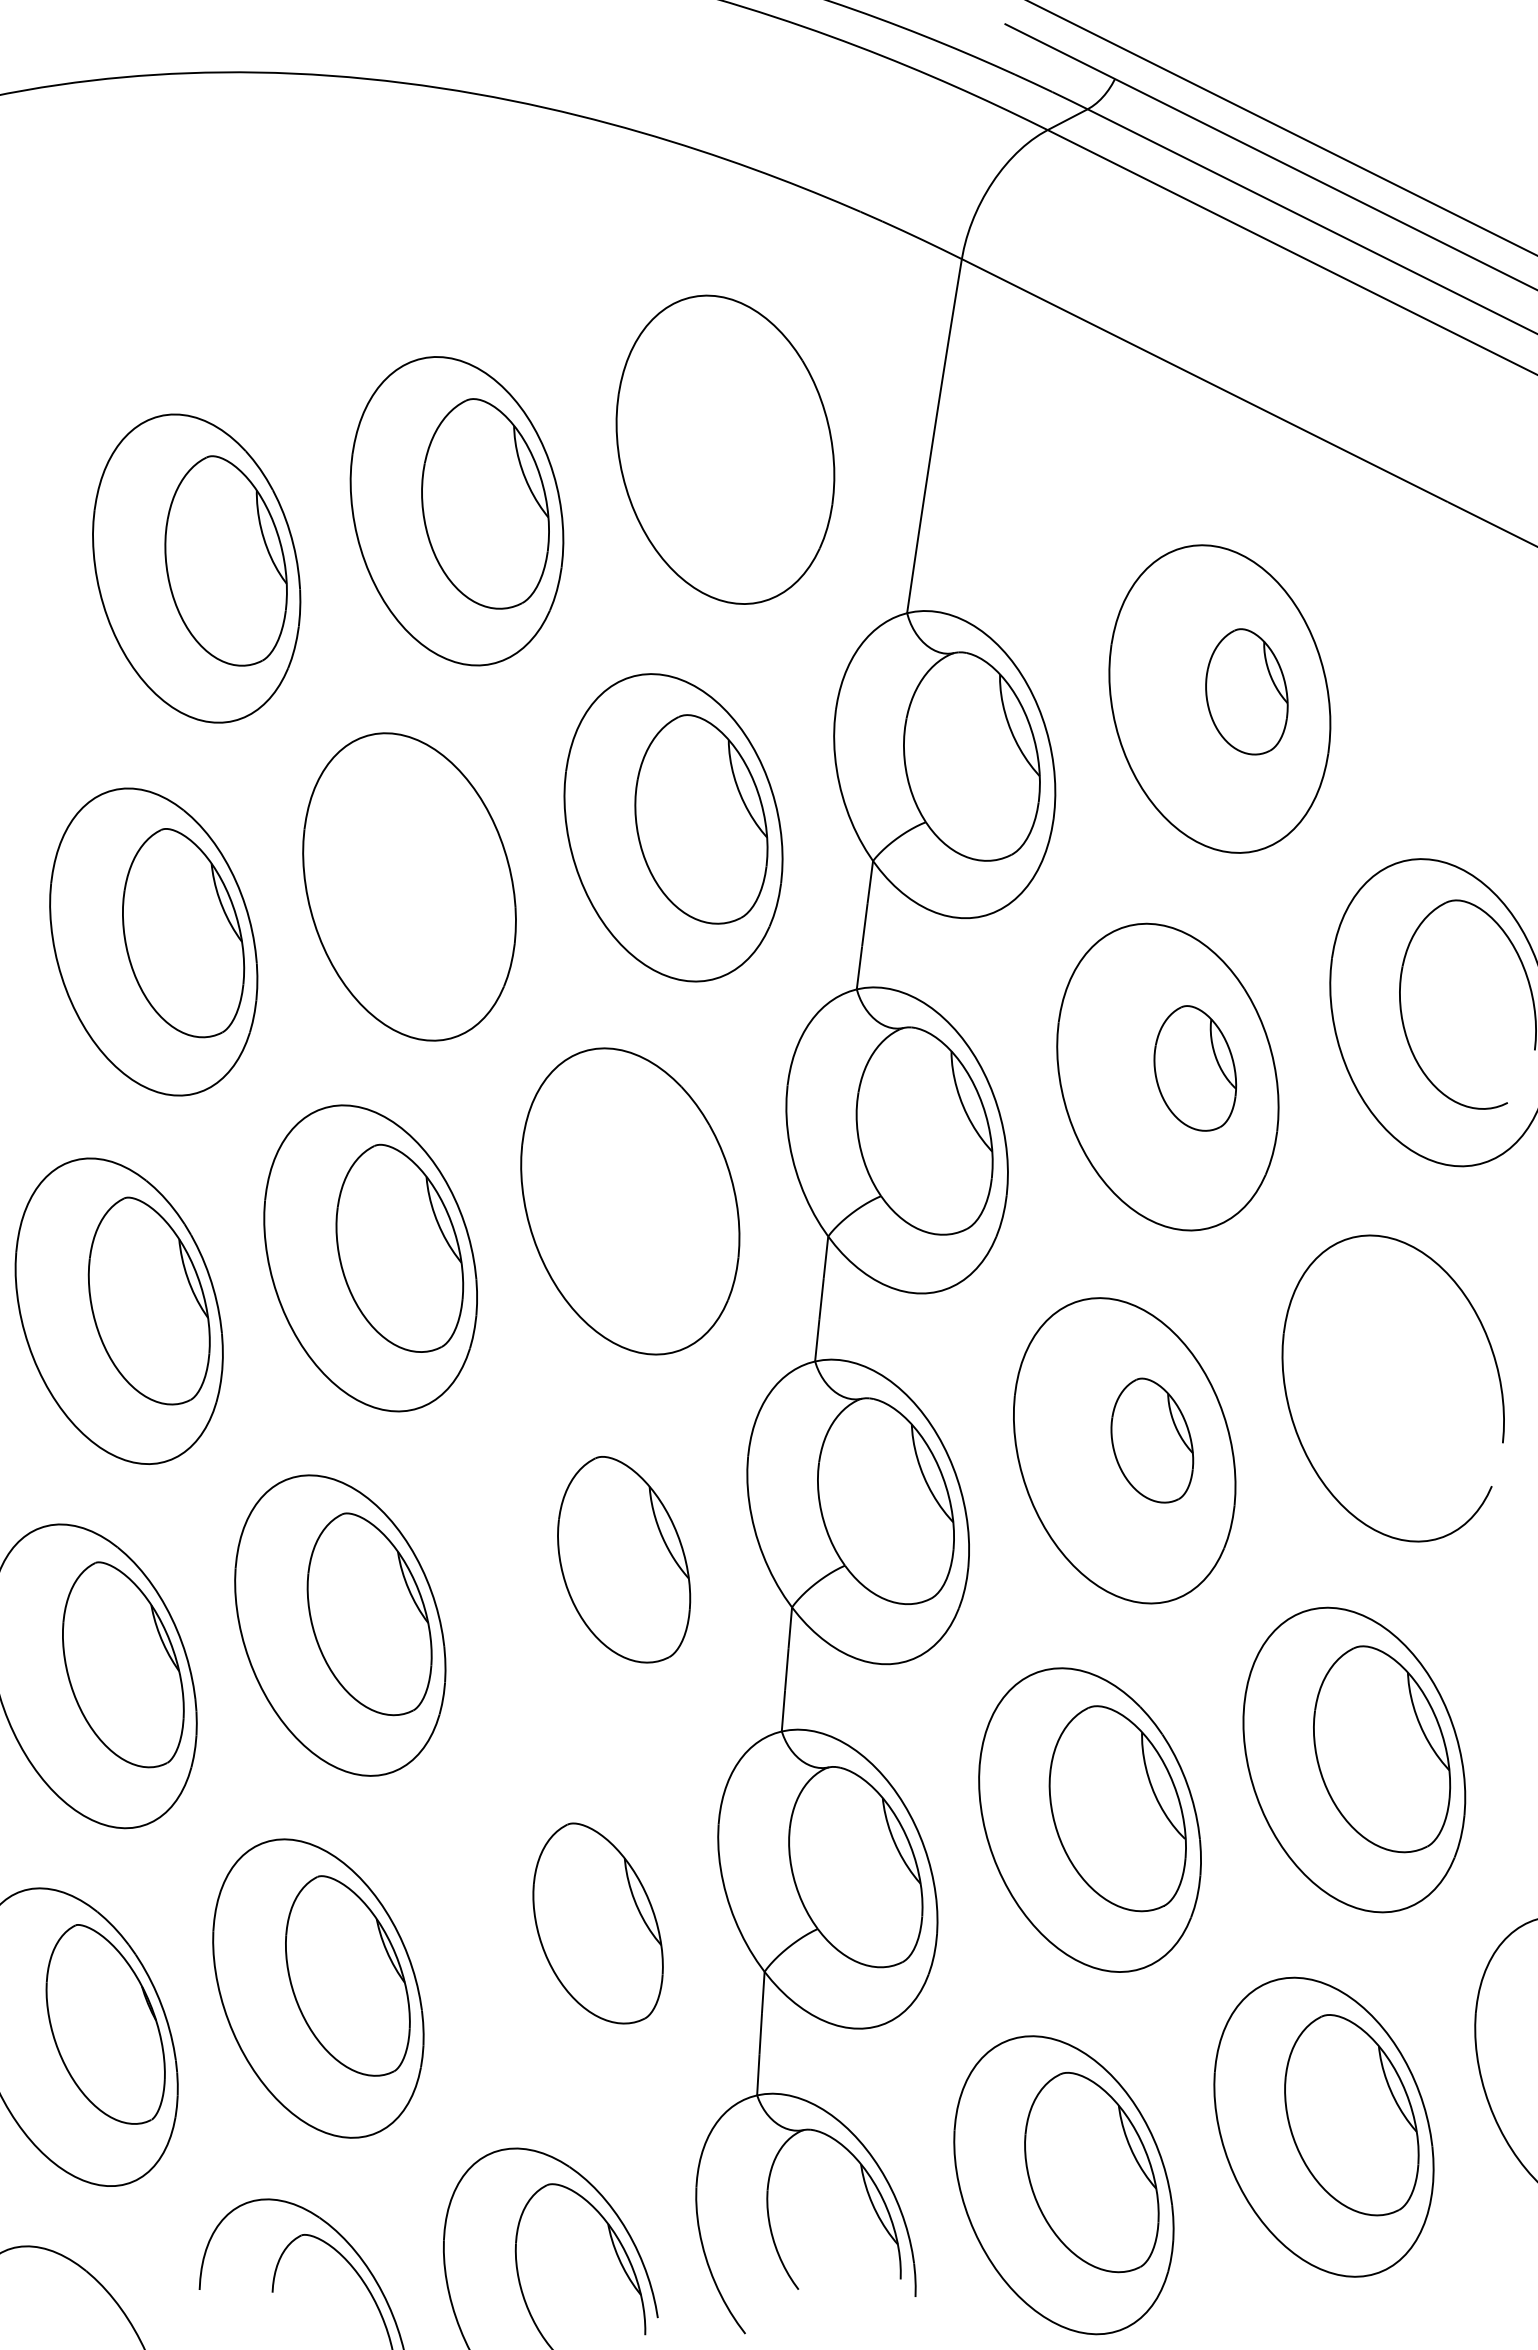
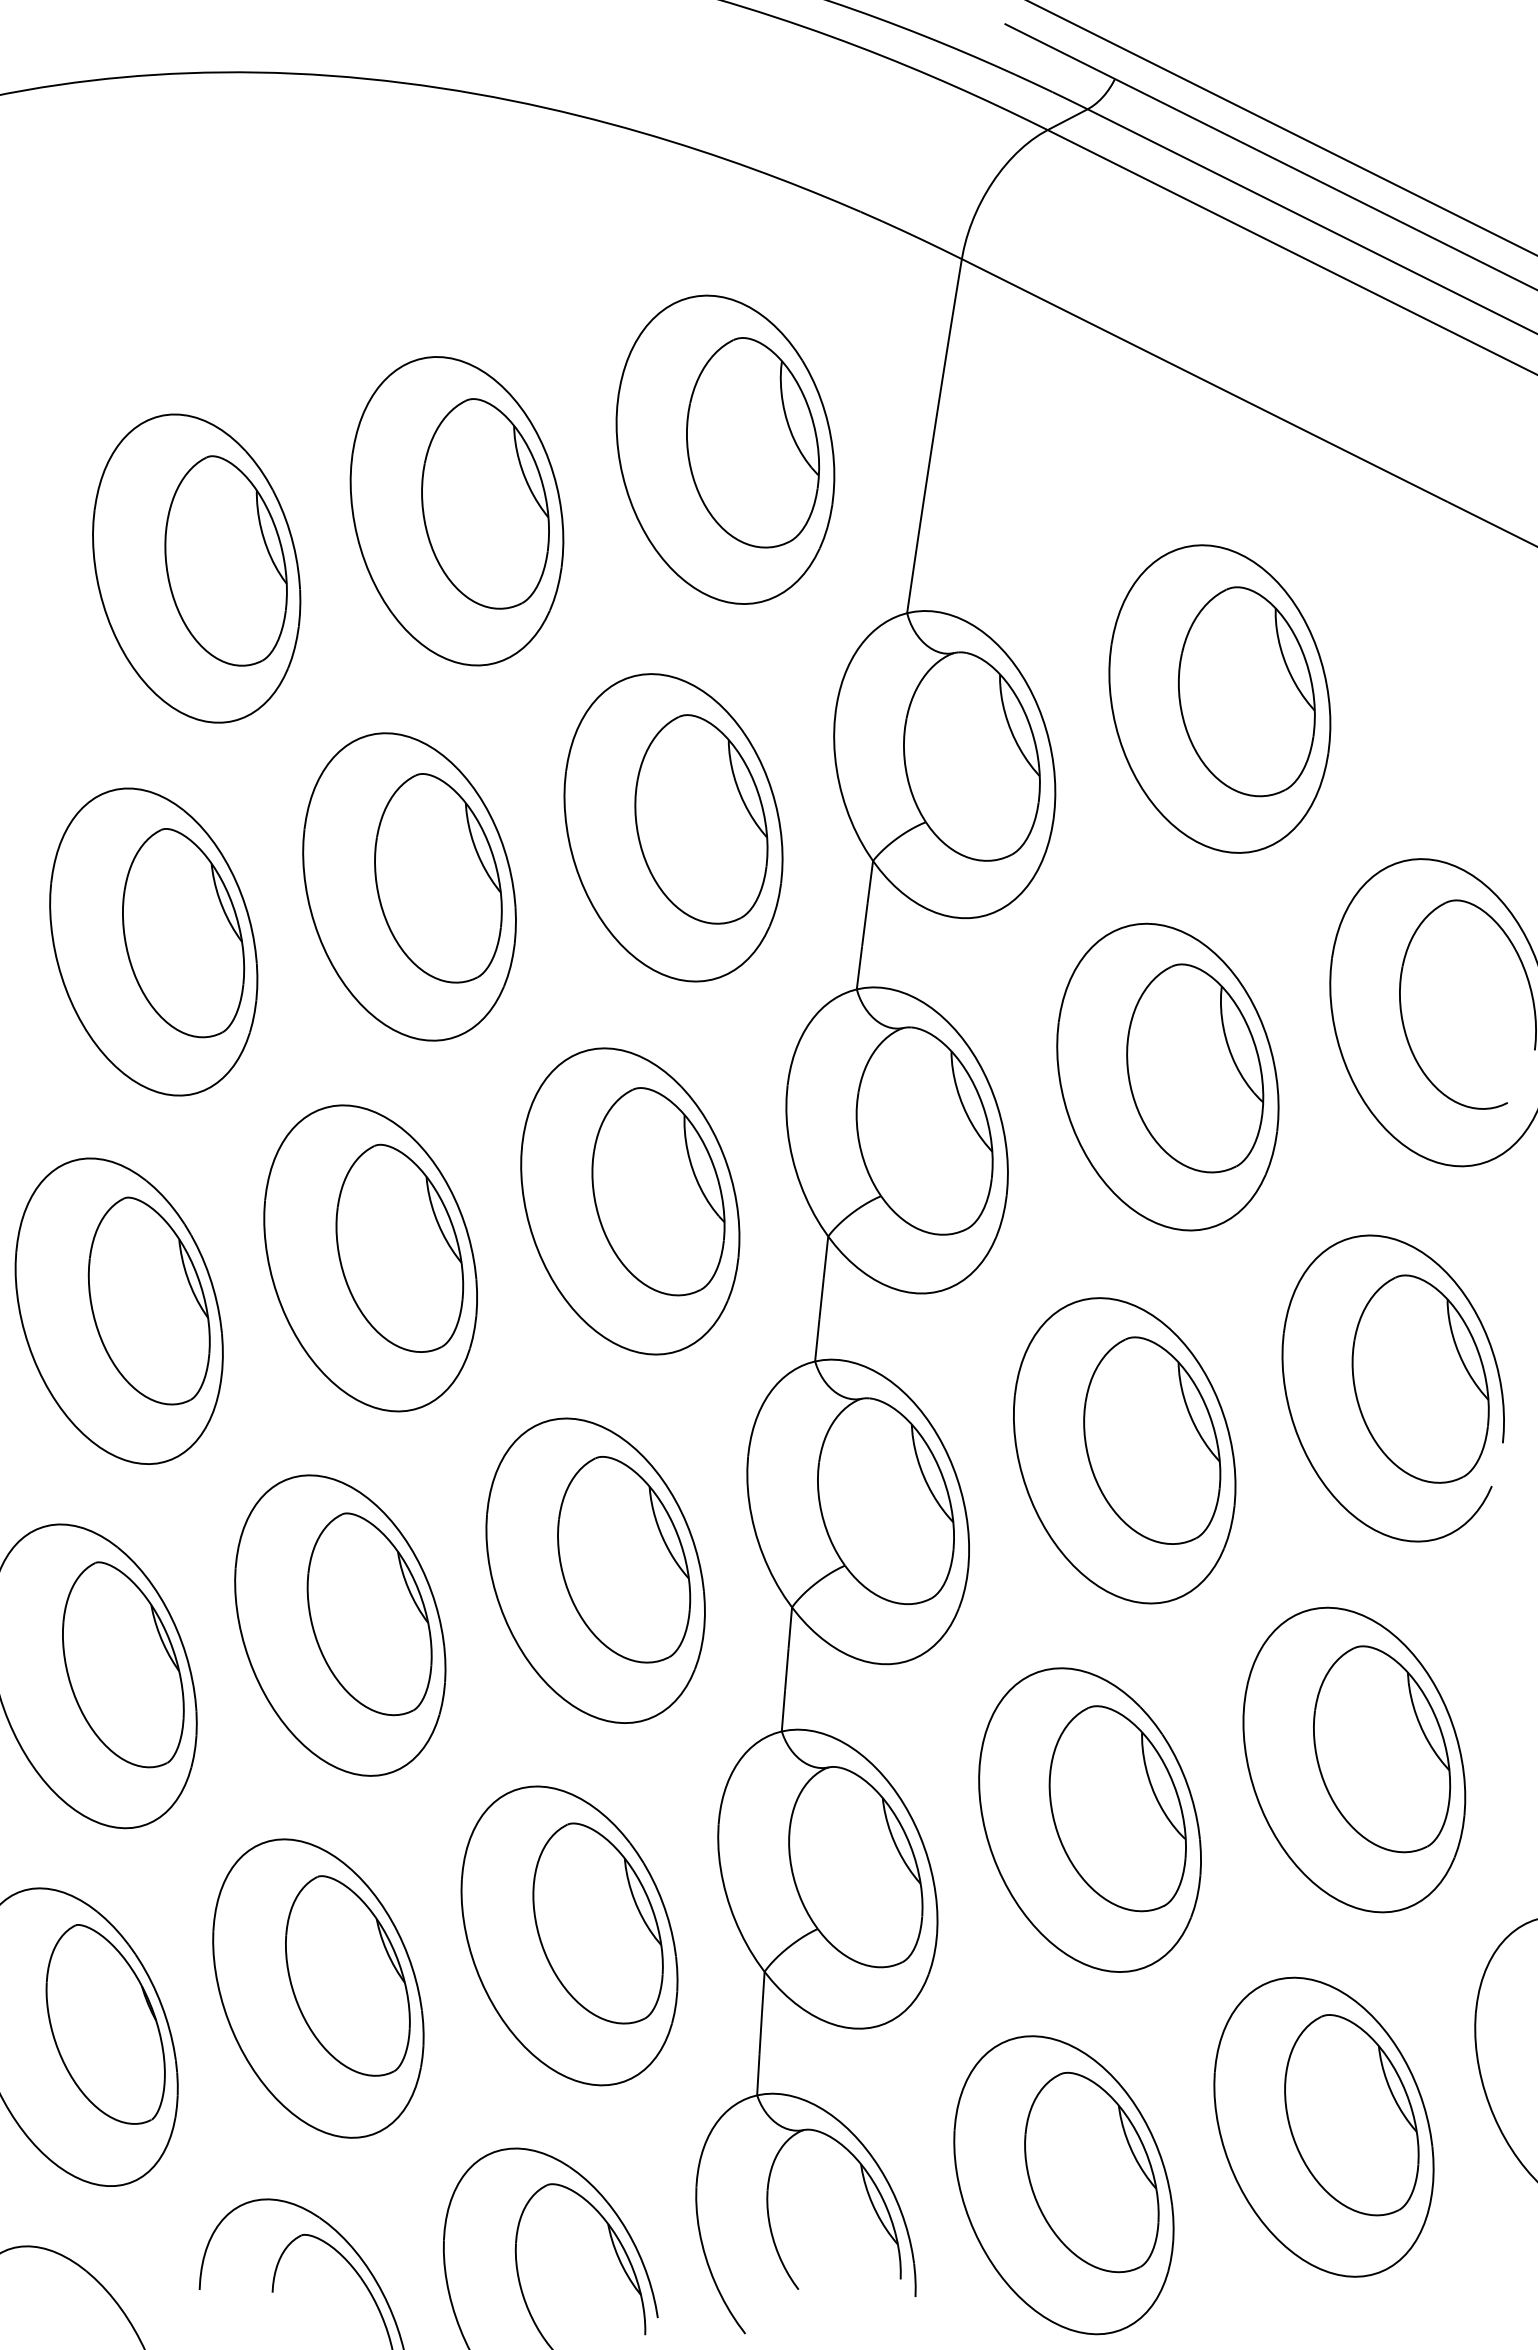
part at (753, 442): none -> present
part at (1246, 691) size: 84x128 px -> 138x212 px
part at (438, 878): none -> present
part at (1195, 1068) size: 85x127 px -> 139x211 px
part at (658, 1191): none -> present
part at (1420, 1378): none -> present
part at (1152, 1440) size: 85x127 px -> 139x209 px
part at (595, 1570): none -> present
part at (569, 1935): none -> present
